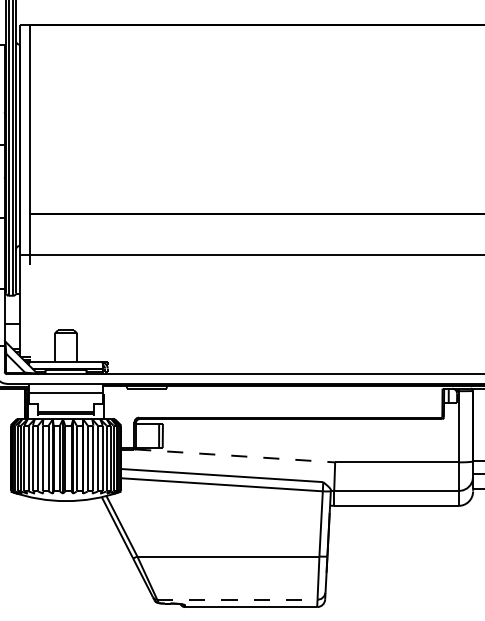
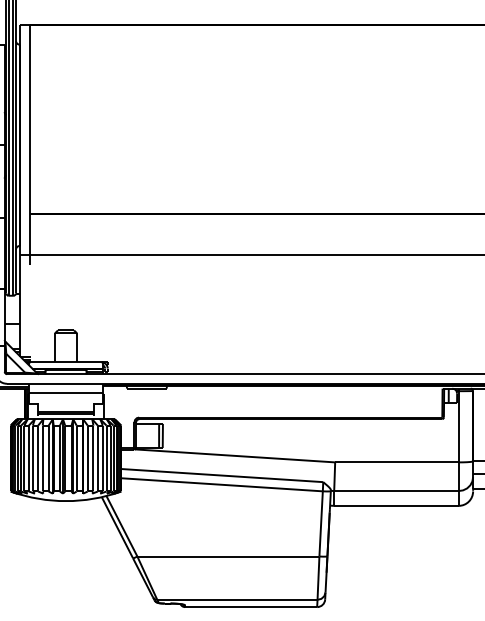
line at (235, 455): dashed -> solid
line at (237, 599): dashed -> solid
